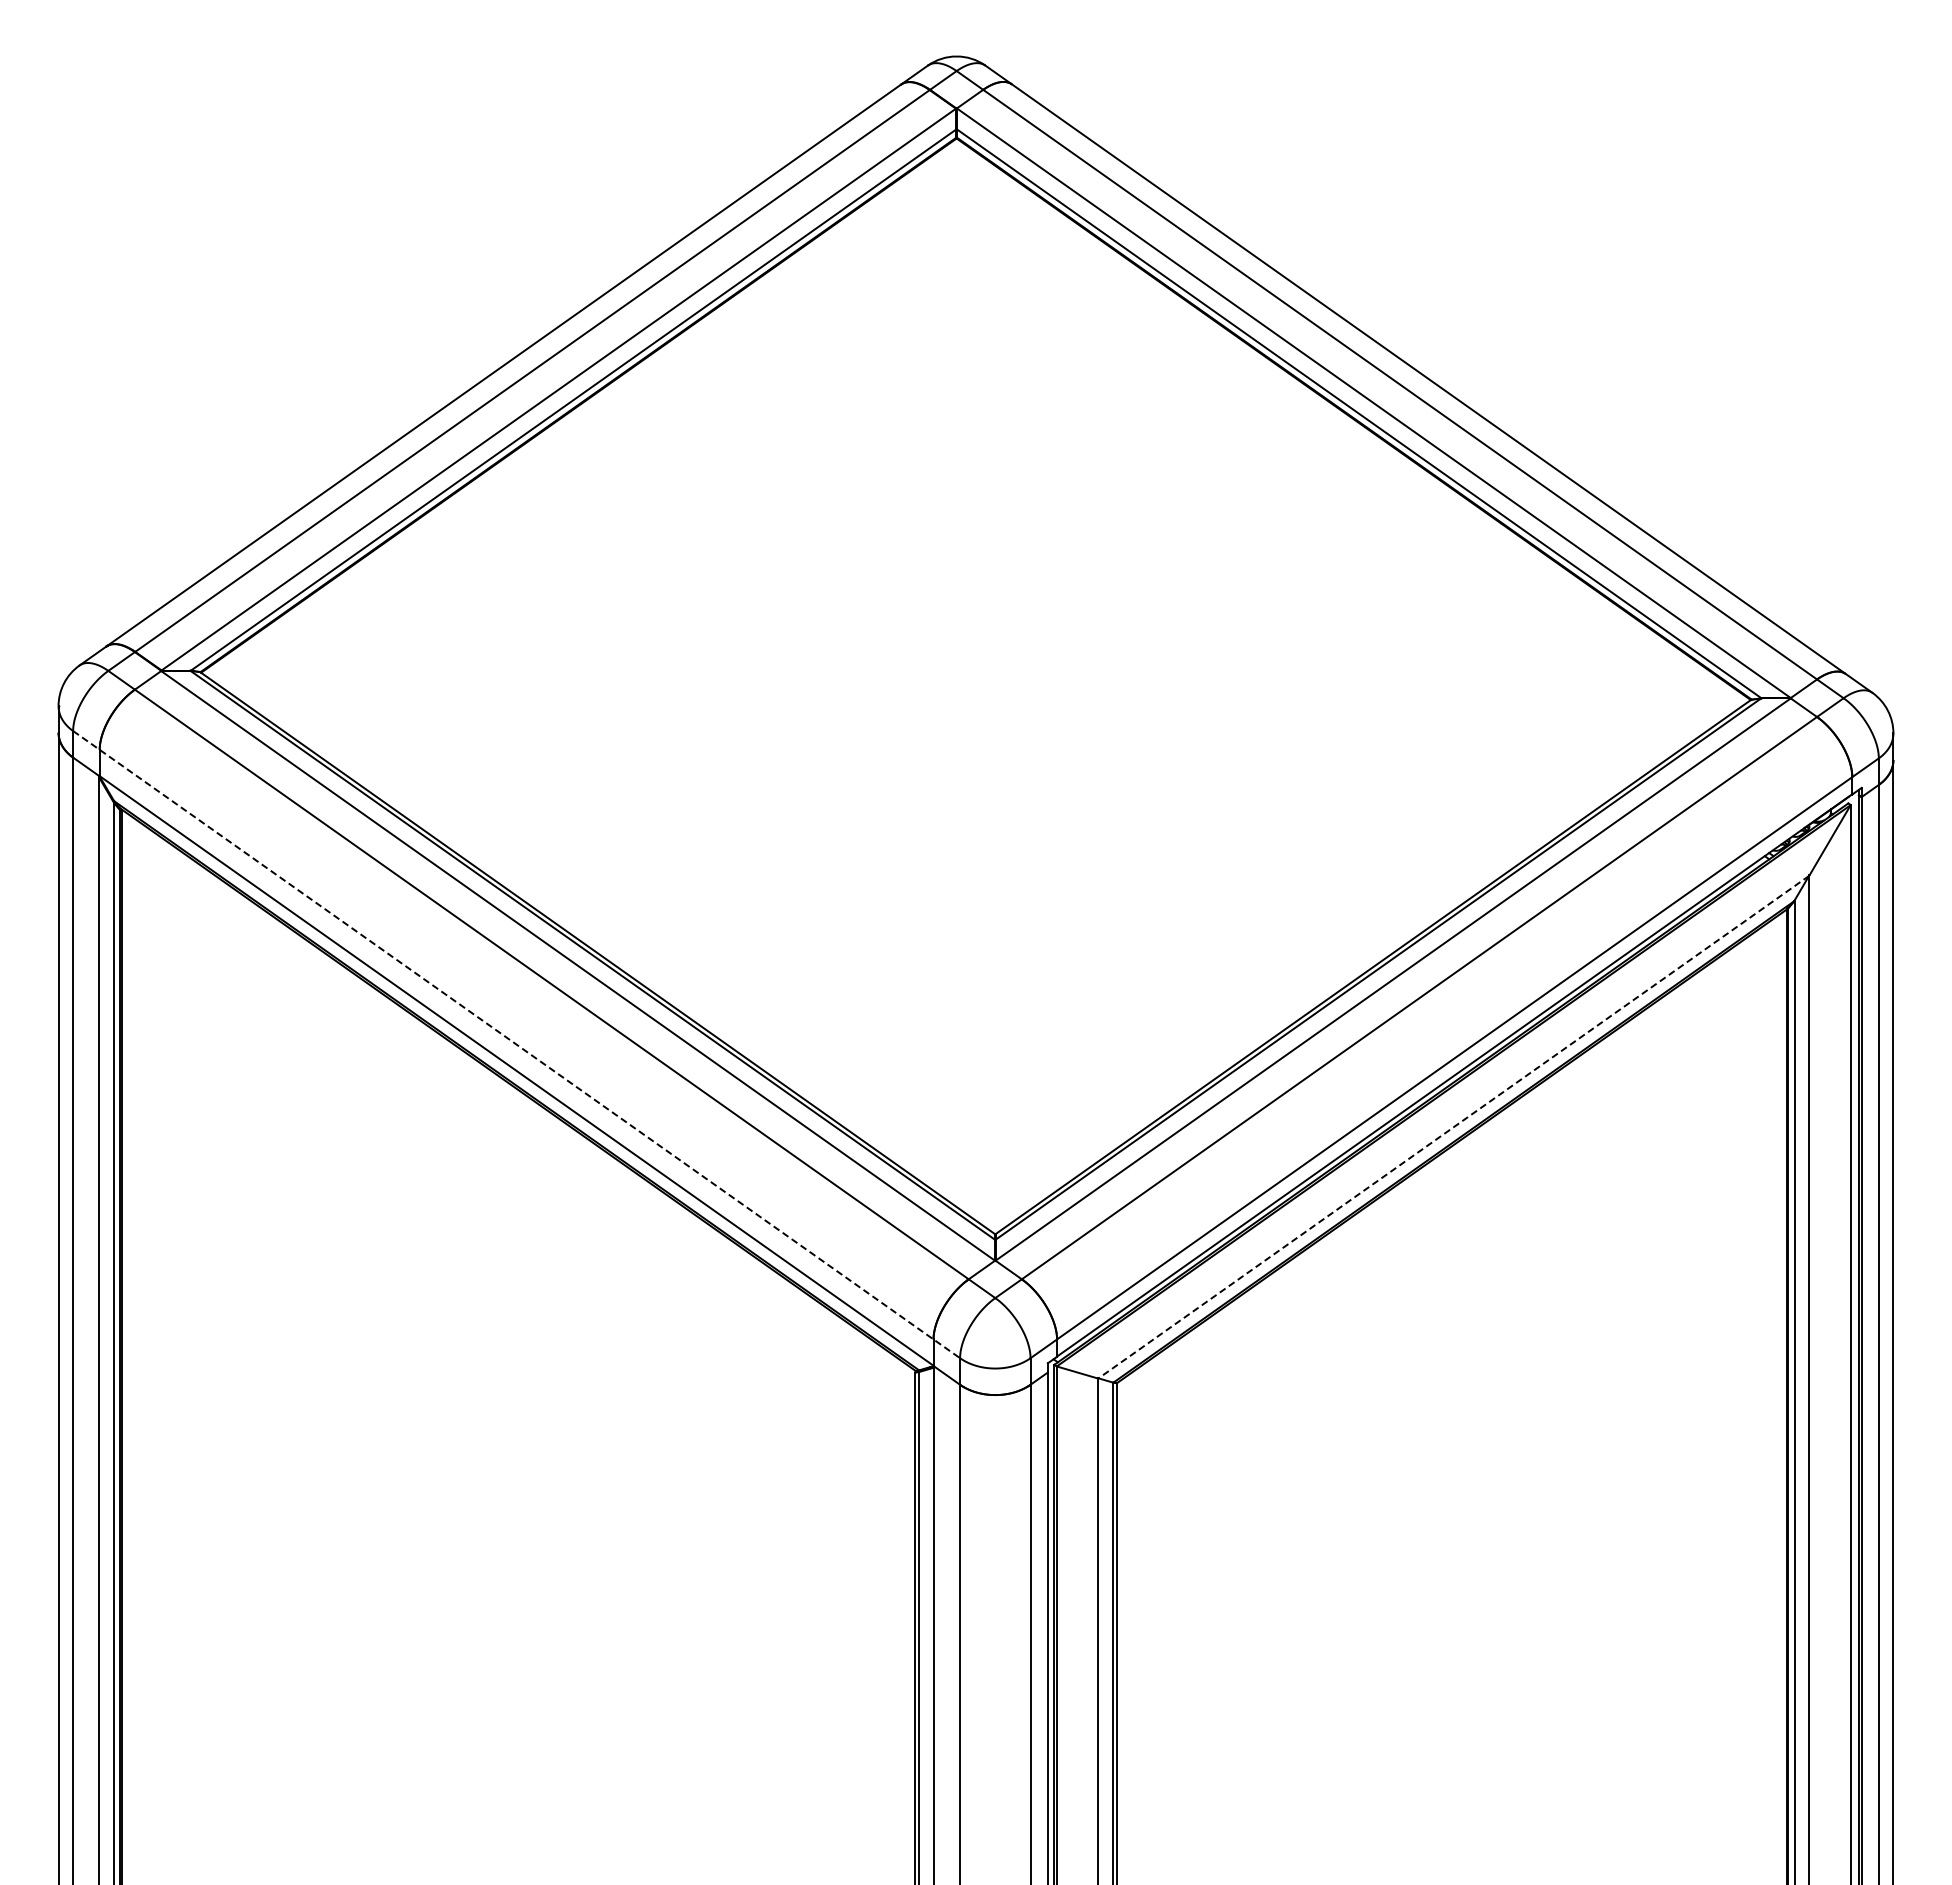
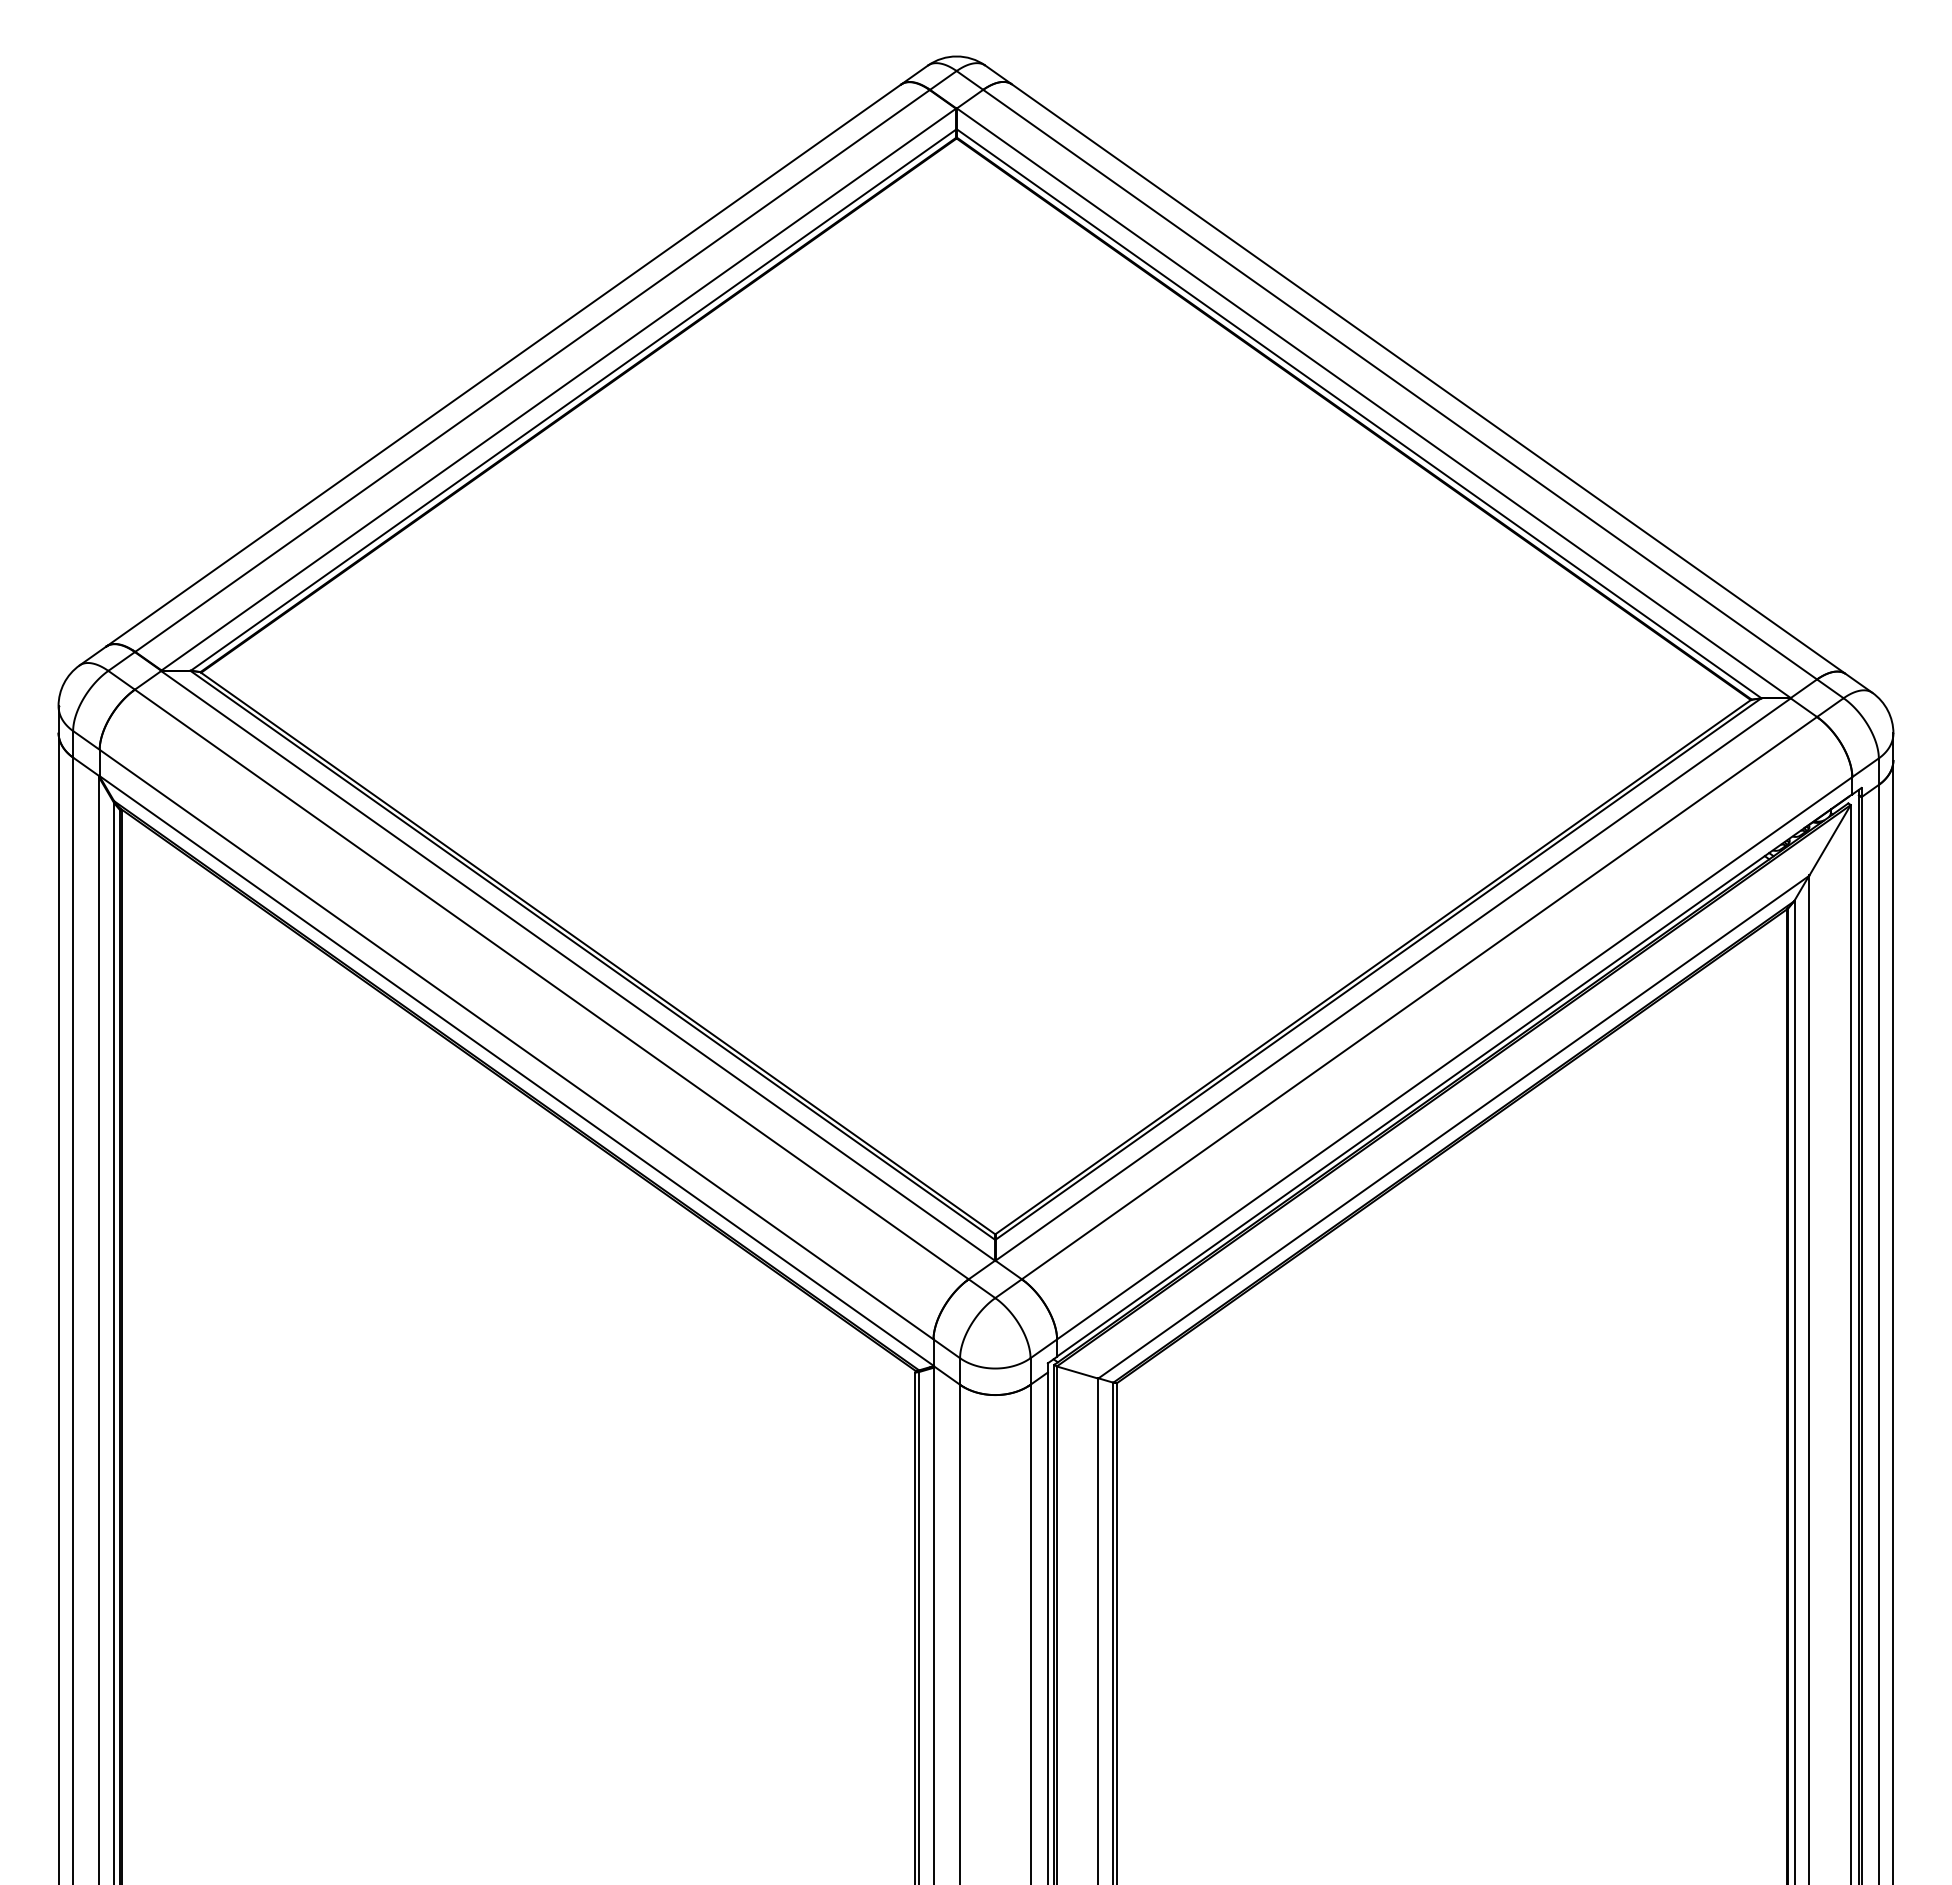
line at (517, 1044): dashed -> solid
line at (1453, 1127): dashed -> solid
